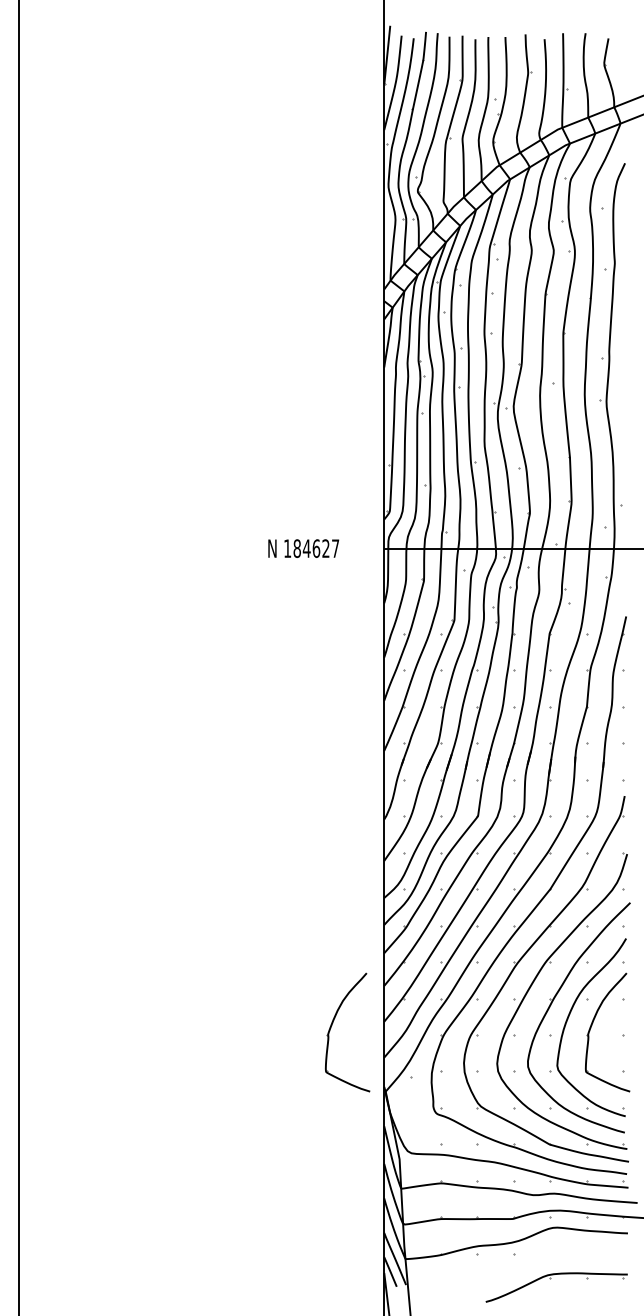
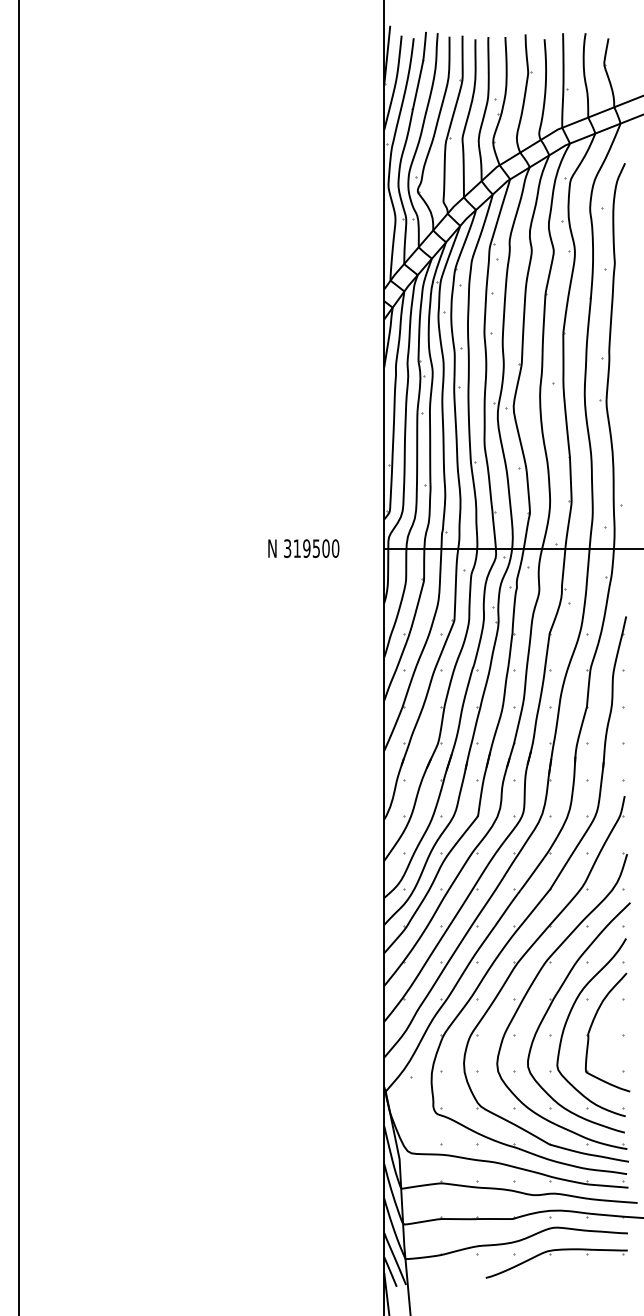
text at (311, 548): 184627 -> 319500
part at (331, 1028): present -> none
part at (550, 1279) position: (550, 1279) -> (550, 1255)
